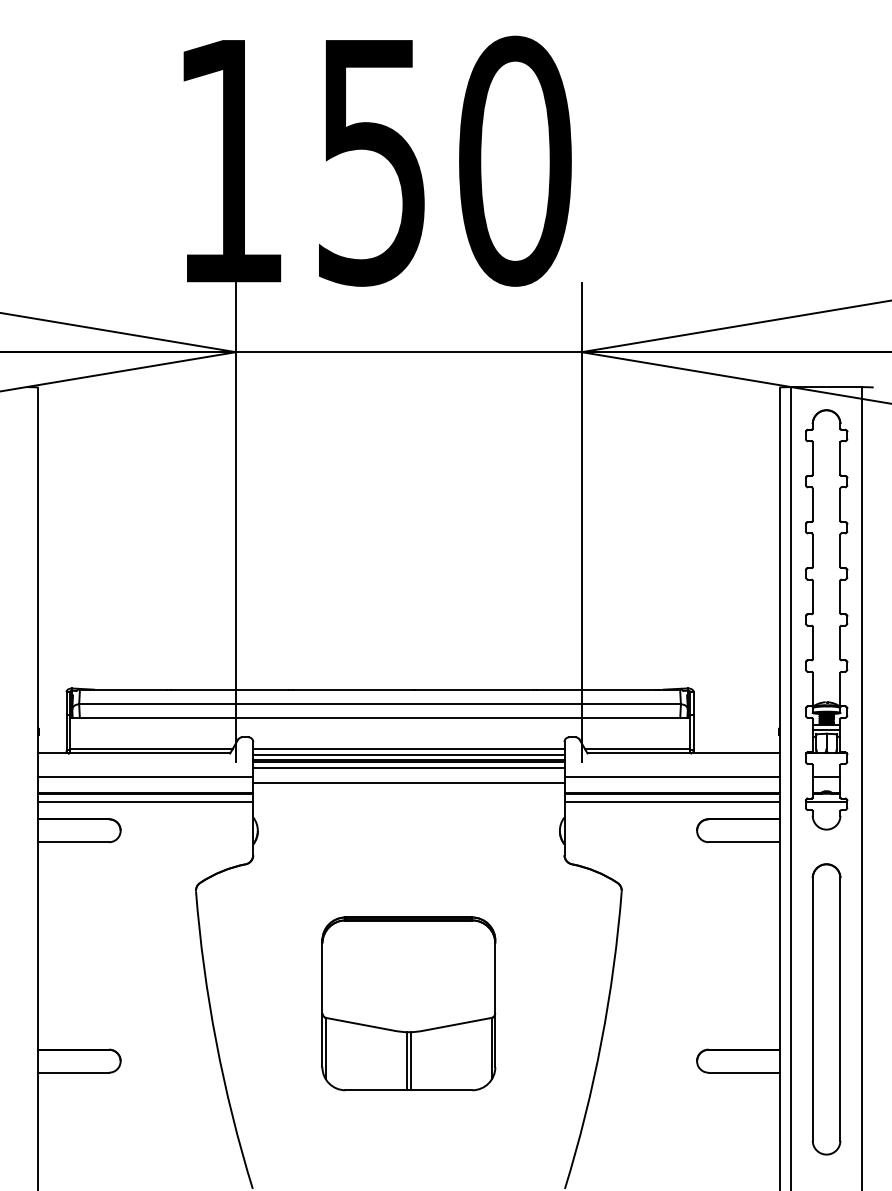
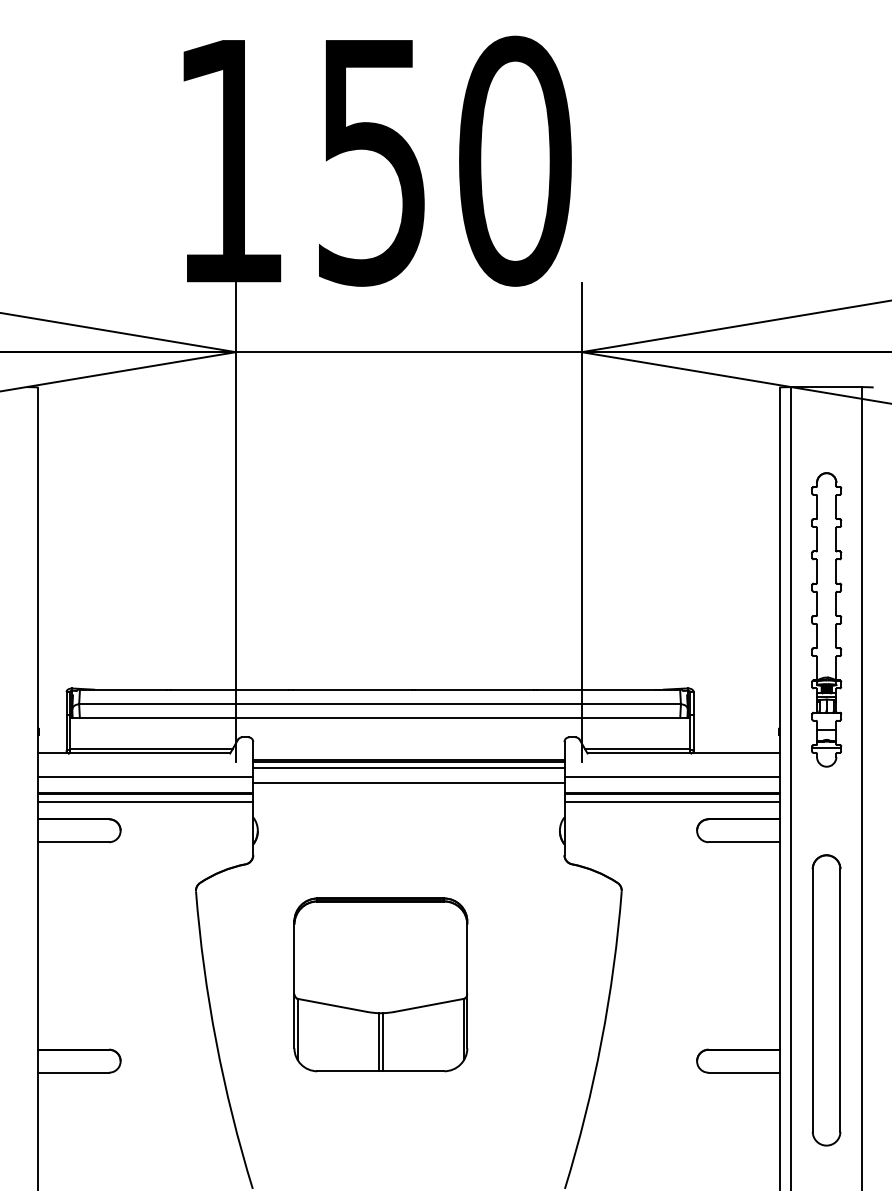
part at (826, 619) size: 44x422 px -> 32x296 px
line at (408, 749): present -> none
line at (408, 755): present -> none
part at (408, 1003) position: (408, 1003) -> (380, 984)
part at (826, 1009) position: (826, 1009) -> (826, 1000)
